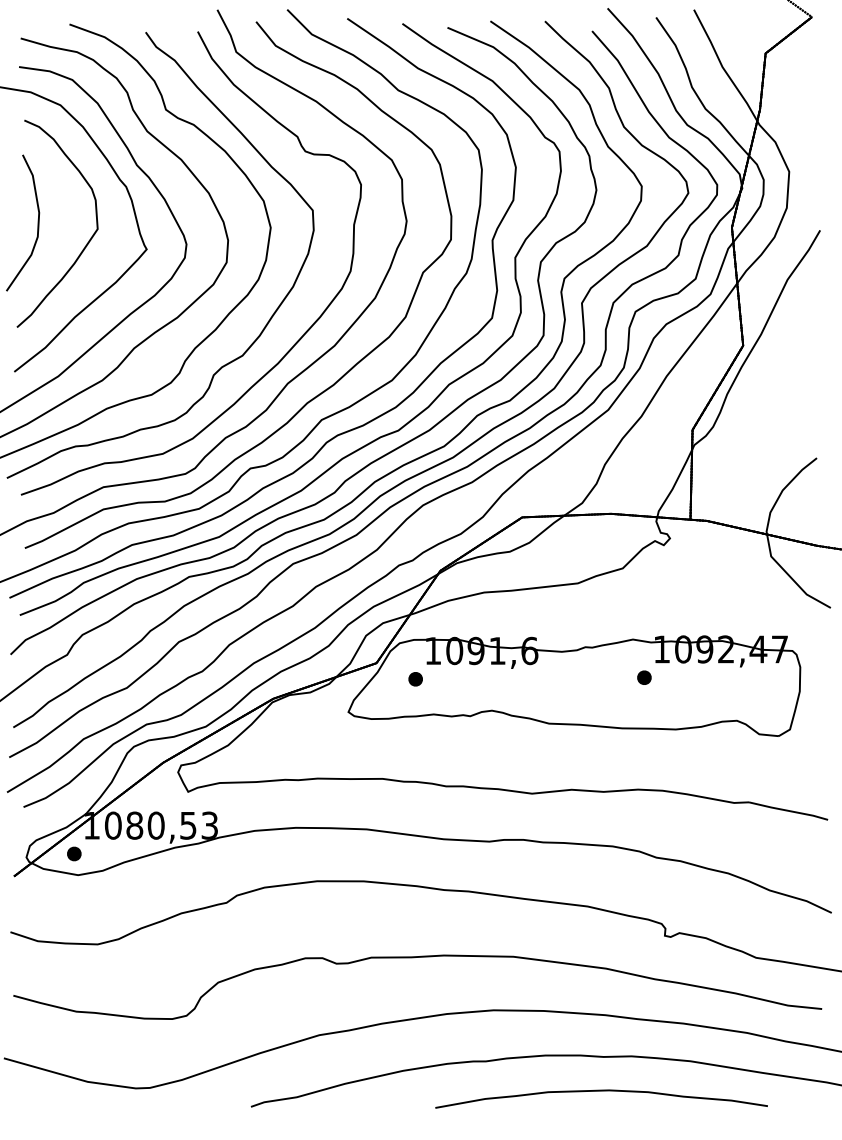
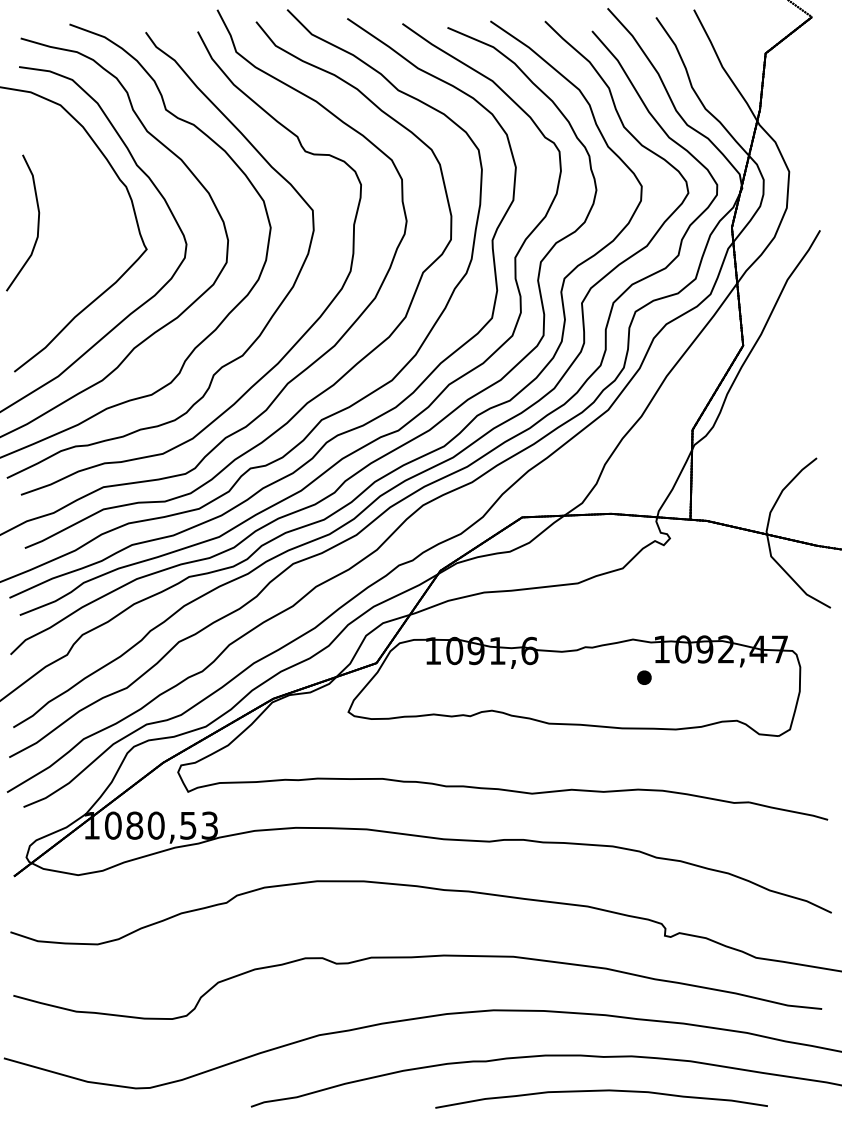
part at (86, 243): present -> none
part at (415, 679): present -> none
part at (74, 853): present -> none
